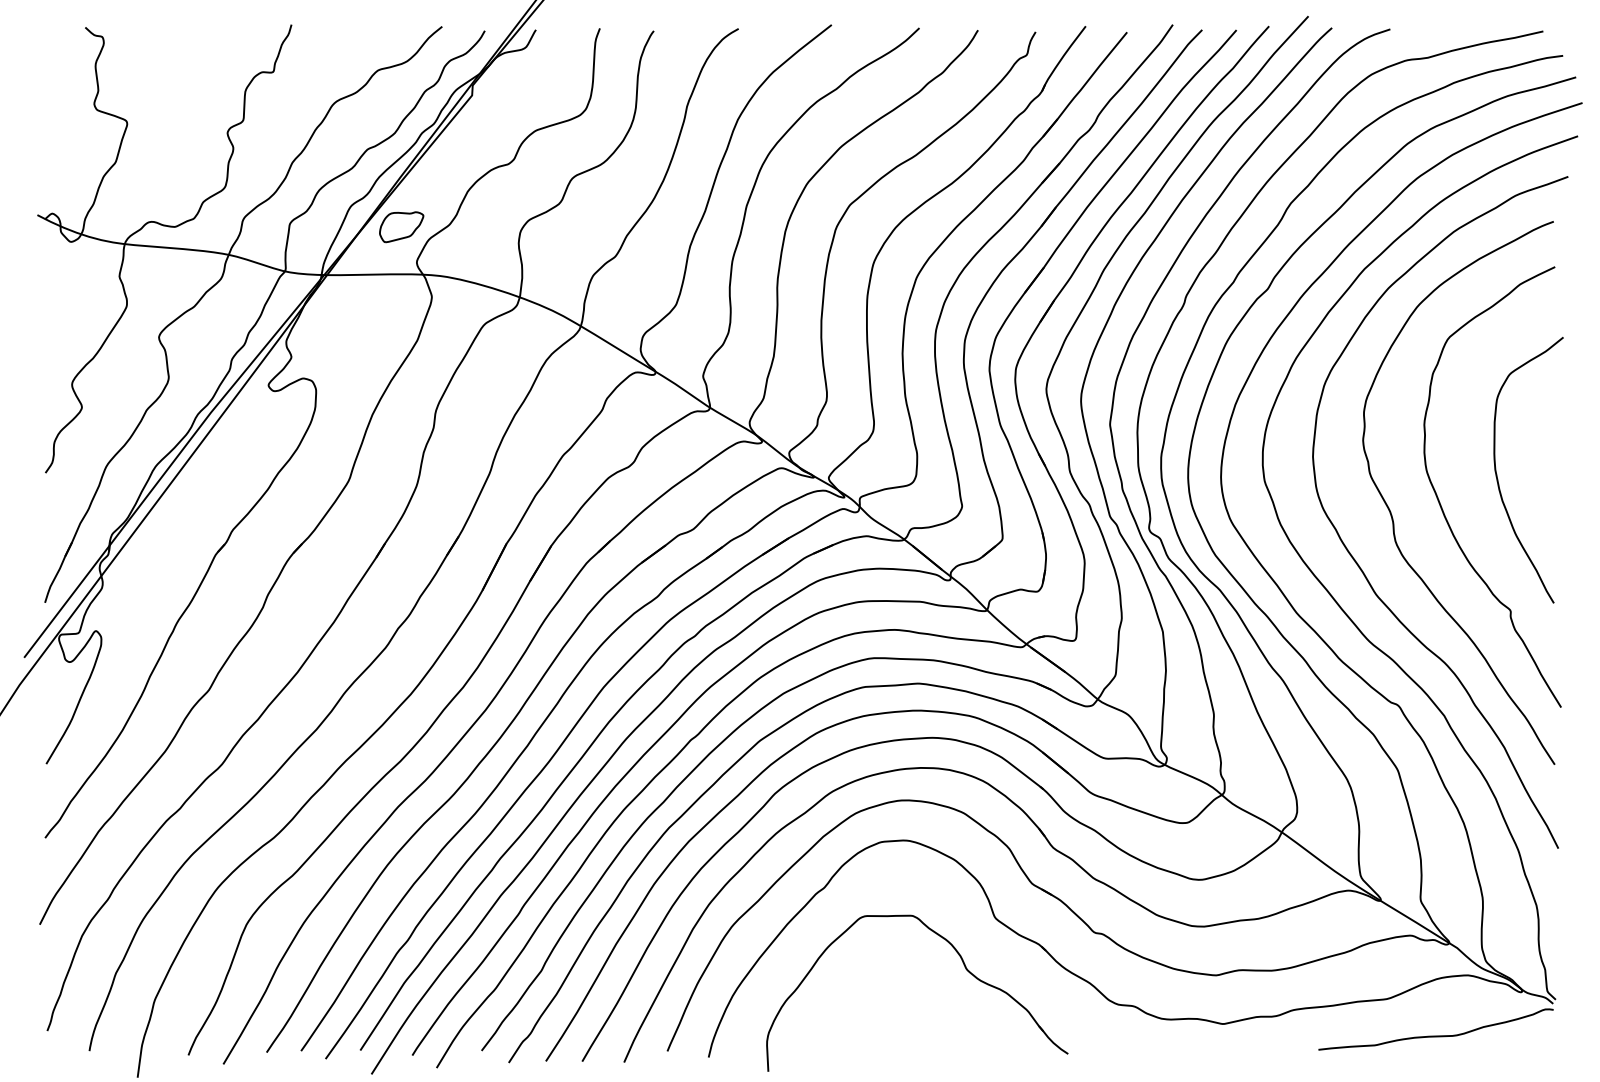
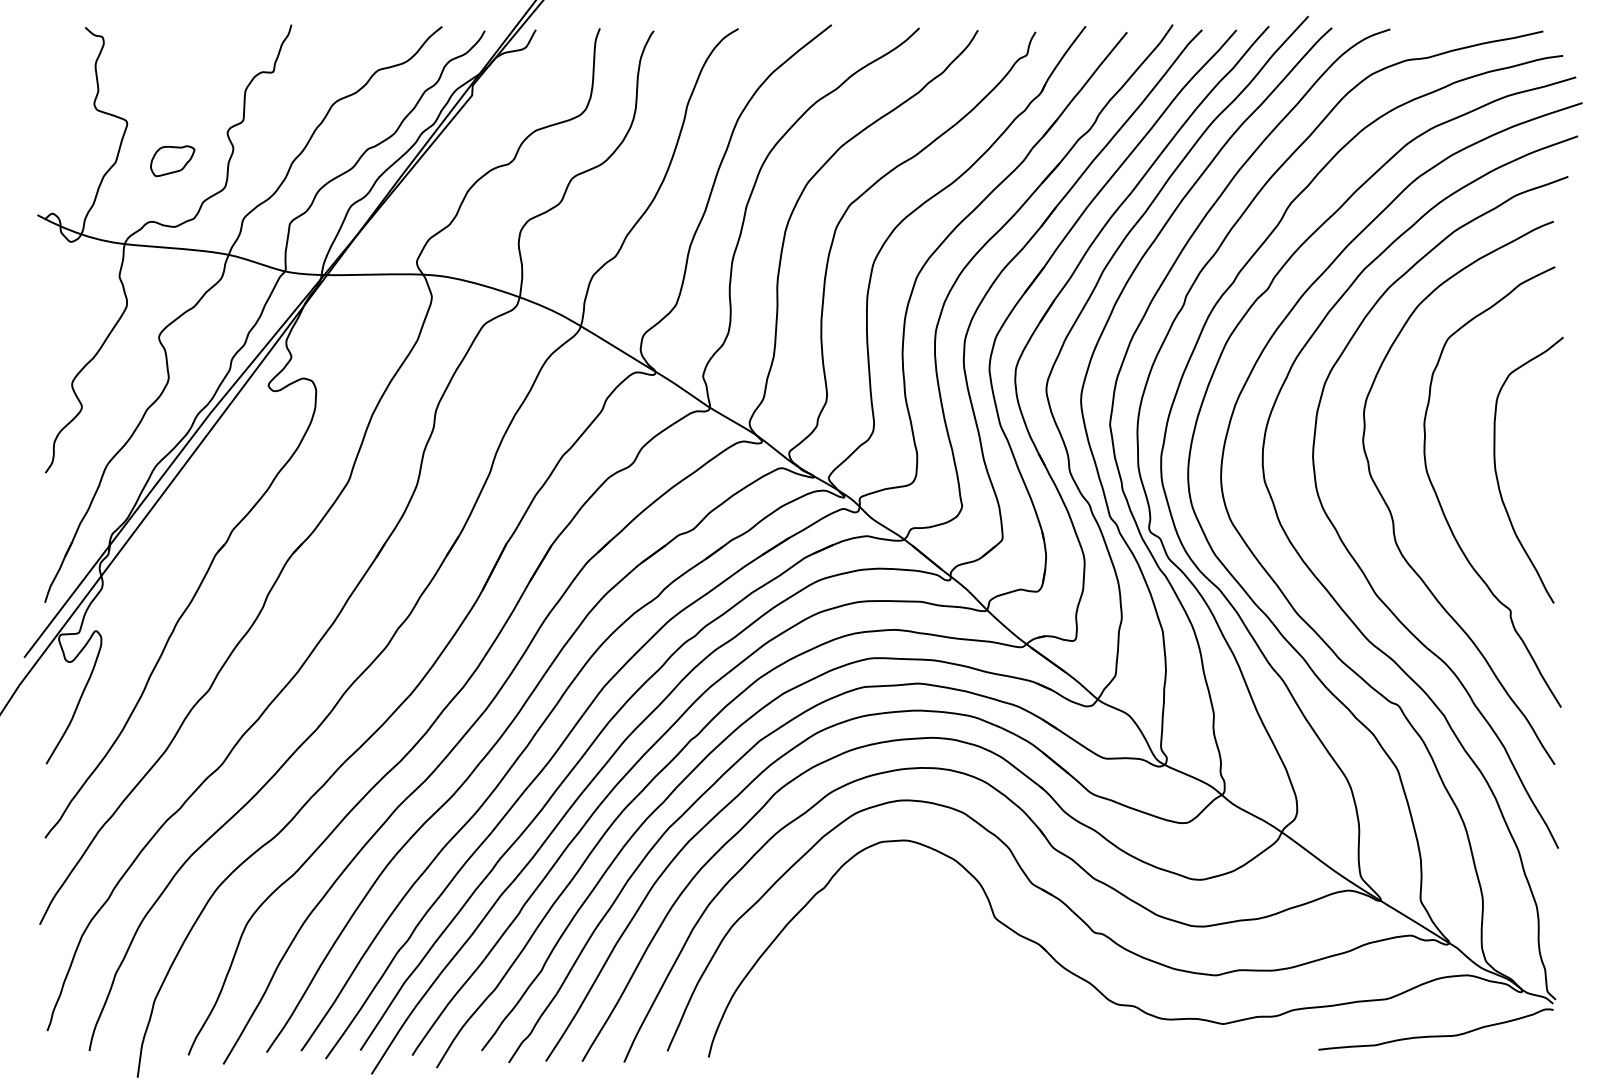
part at (401, 227) position: (401, 227) -> (172, 161)
part at (965, 969): present -> none
